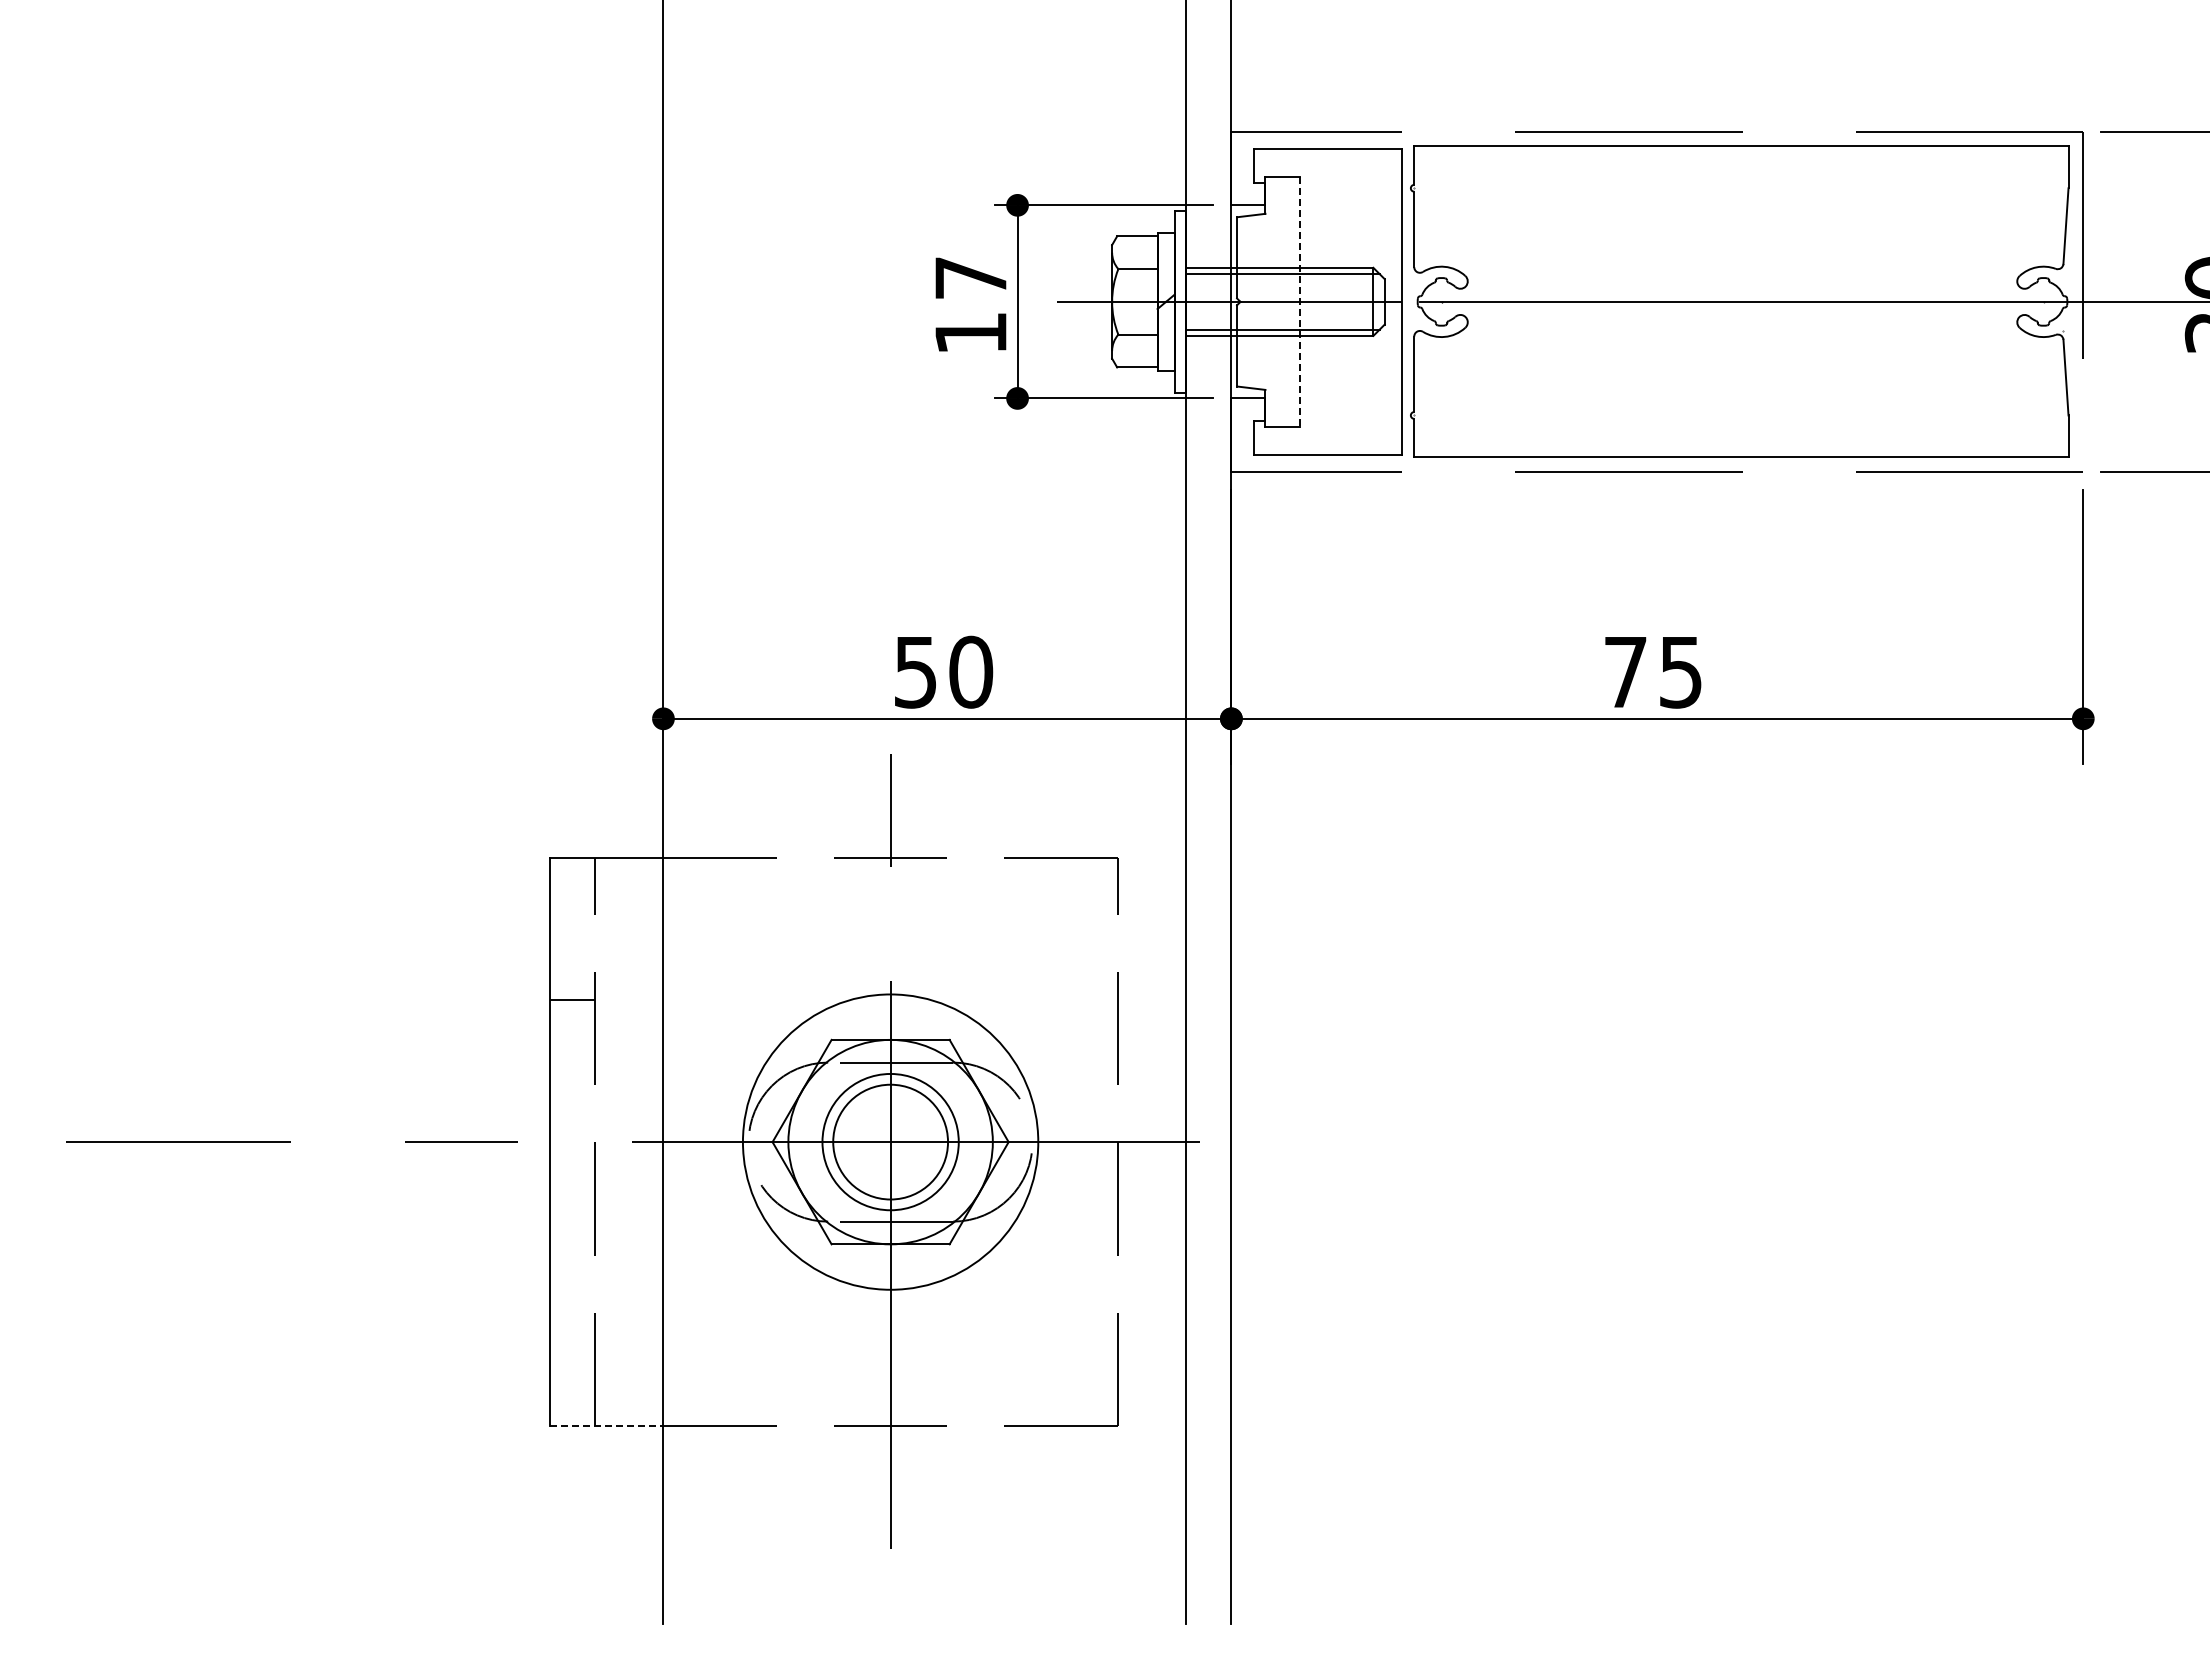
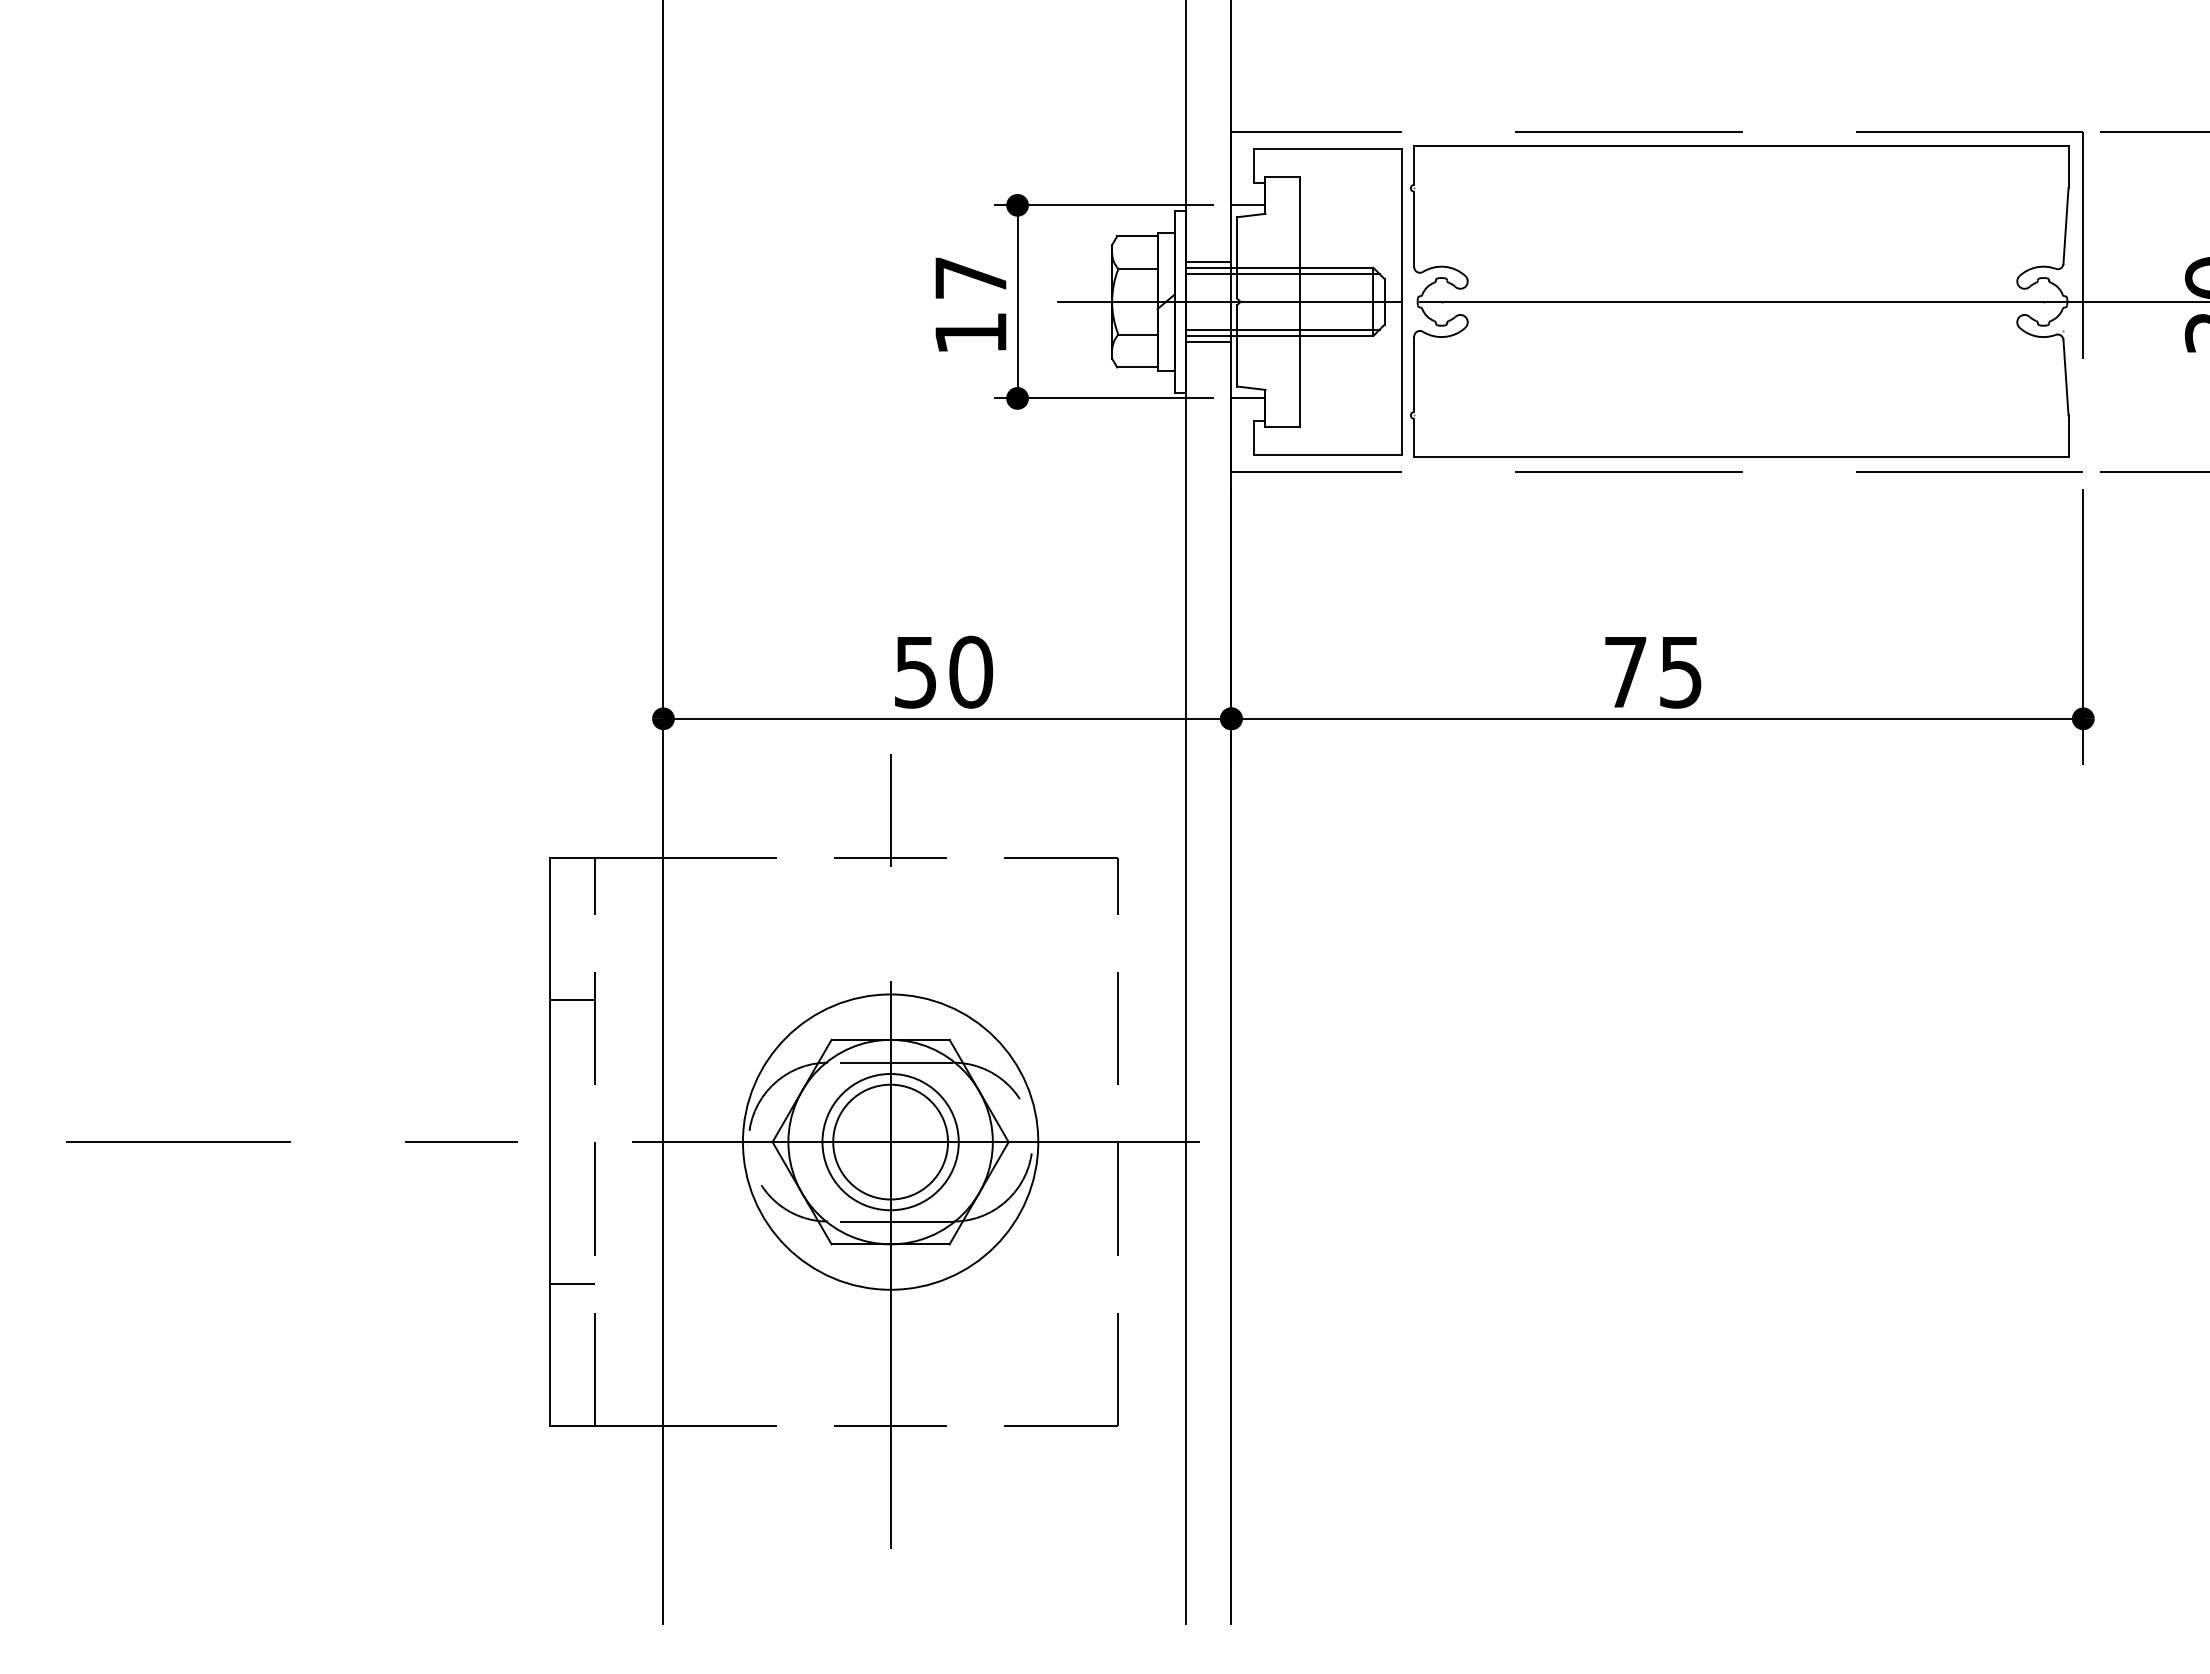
line at (1208, 262): none -> present
line at (1299, 301): dashed -> solid
line at (1208, 341): none -> present
line at (572, 1284): none -> present
line at (606, 1426): dashed -> solid
